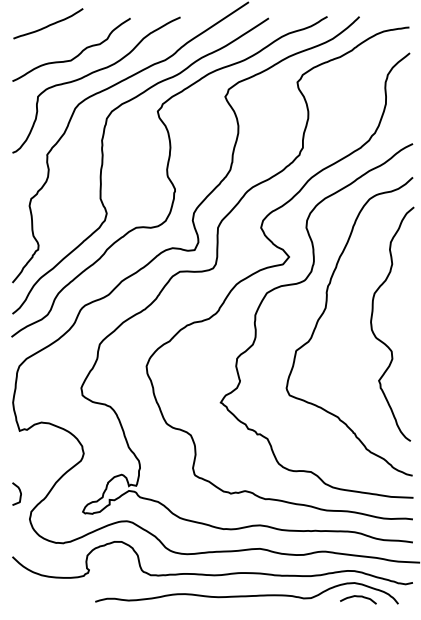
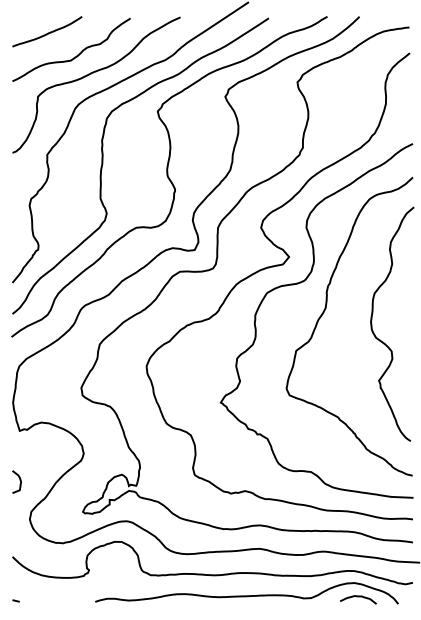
curve at (48, 24) position: (48, 24) -> (47, 32)
curve at (19, 492) position: (19, 492) -> (19, 480)
line at (15, 600): none -> present
